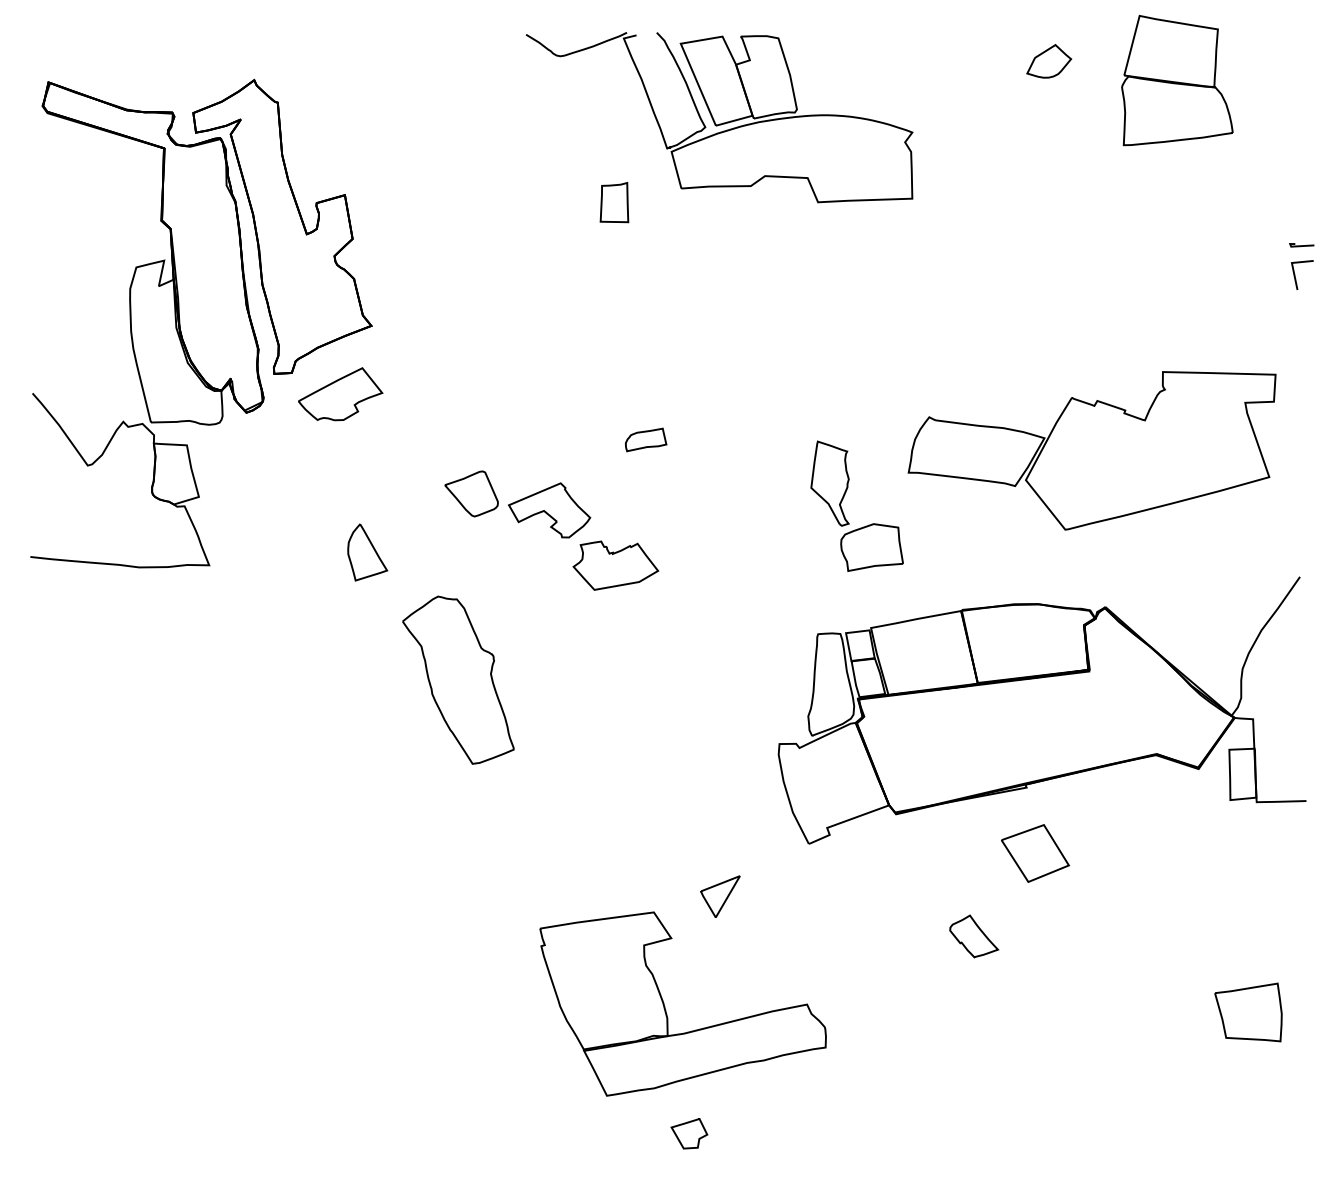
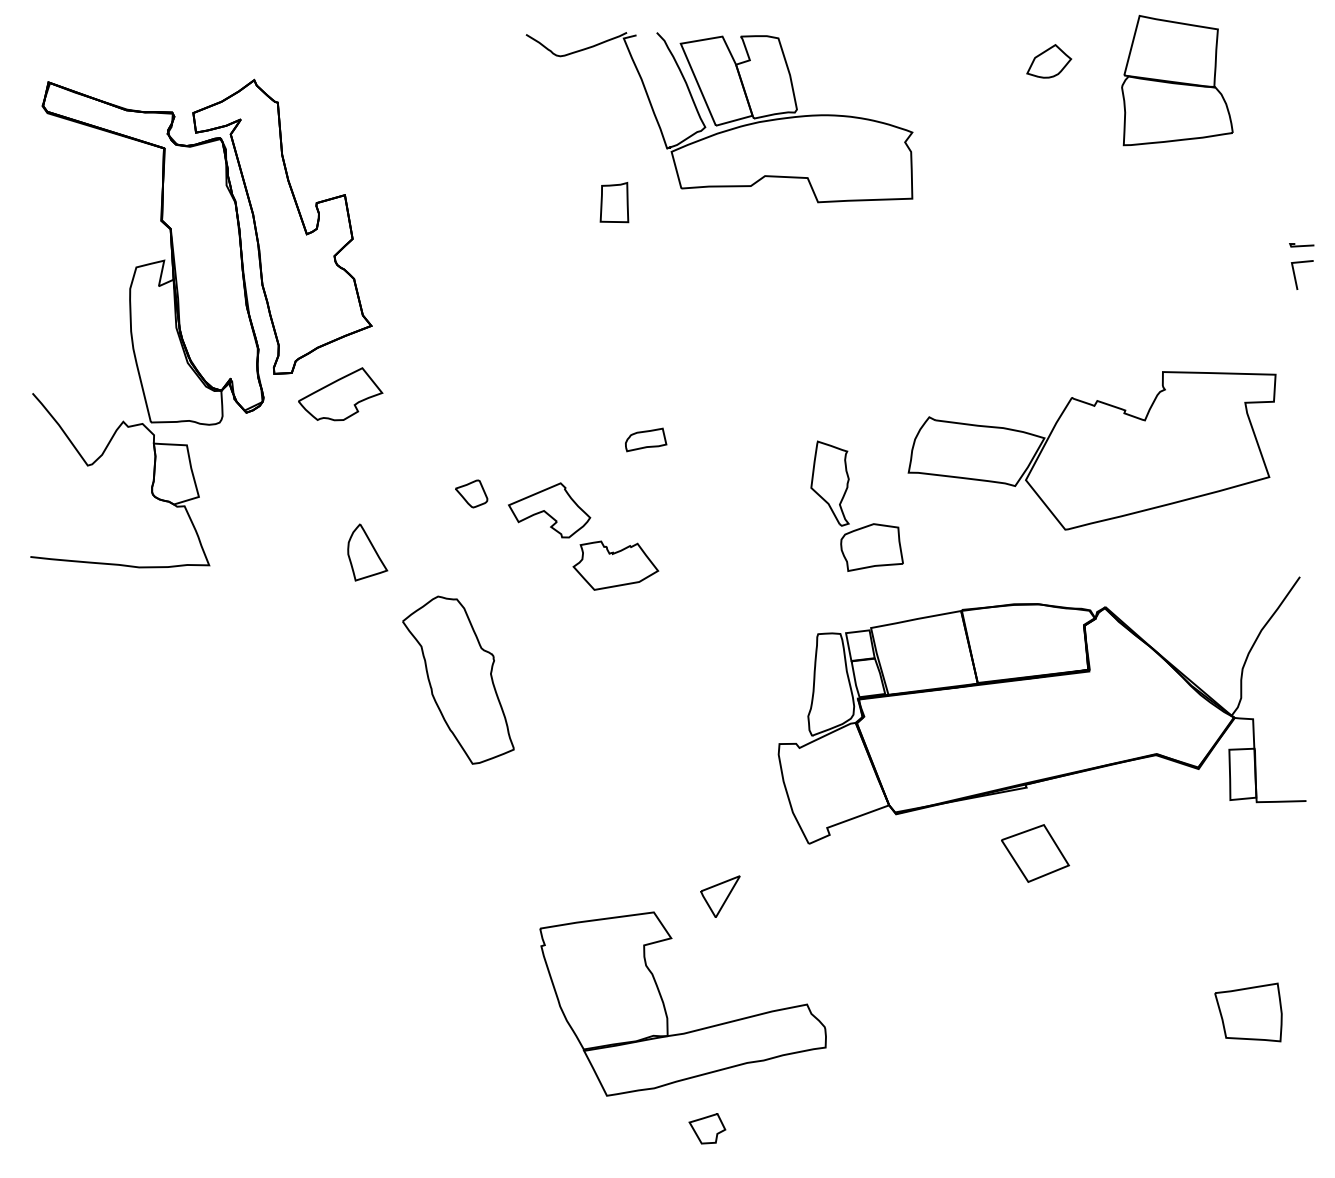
part at (471, 493) size: 55x48 px -> 34x30 px
part at (974, 936): present -> none
part at (689, 1133) position: (689, 1133) -> (707, 1128)
